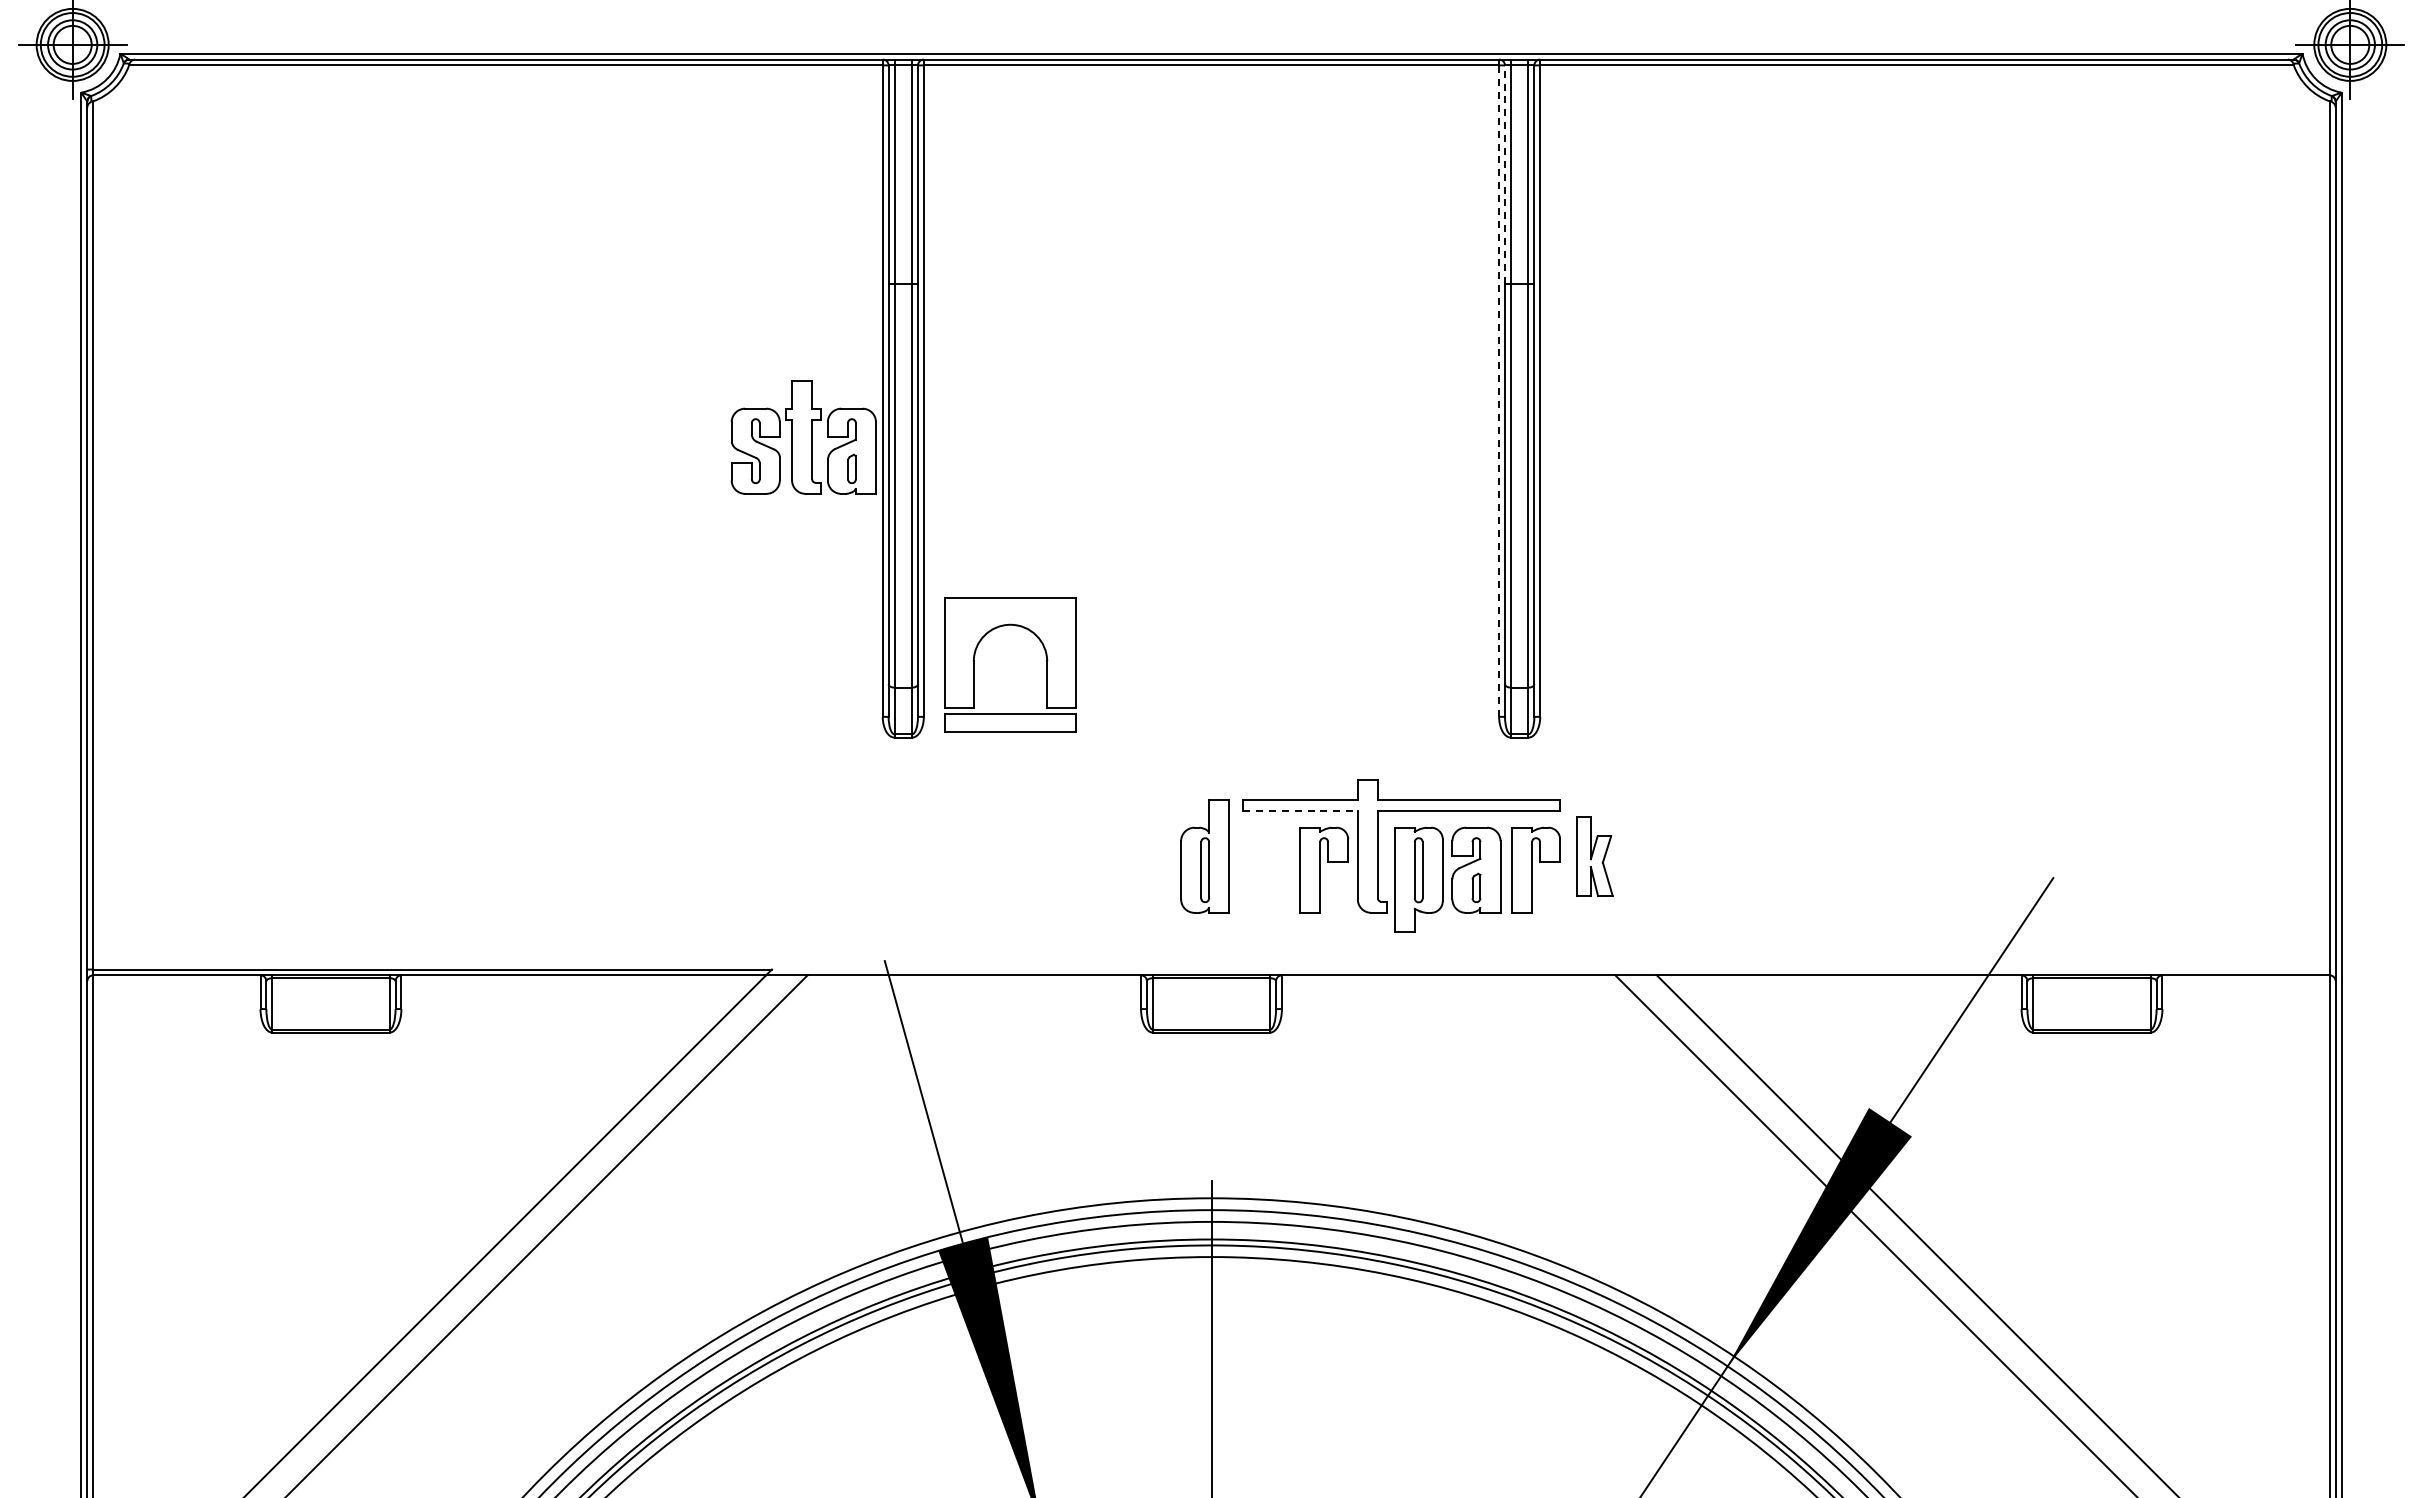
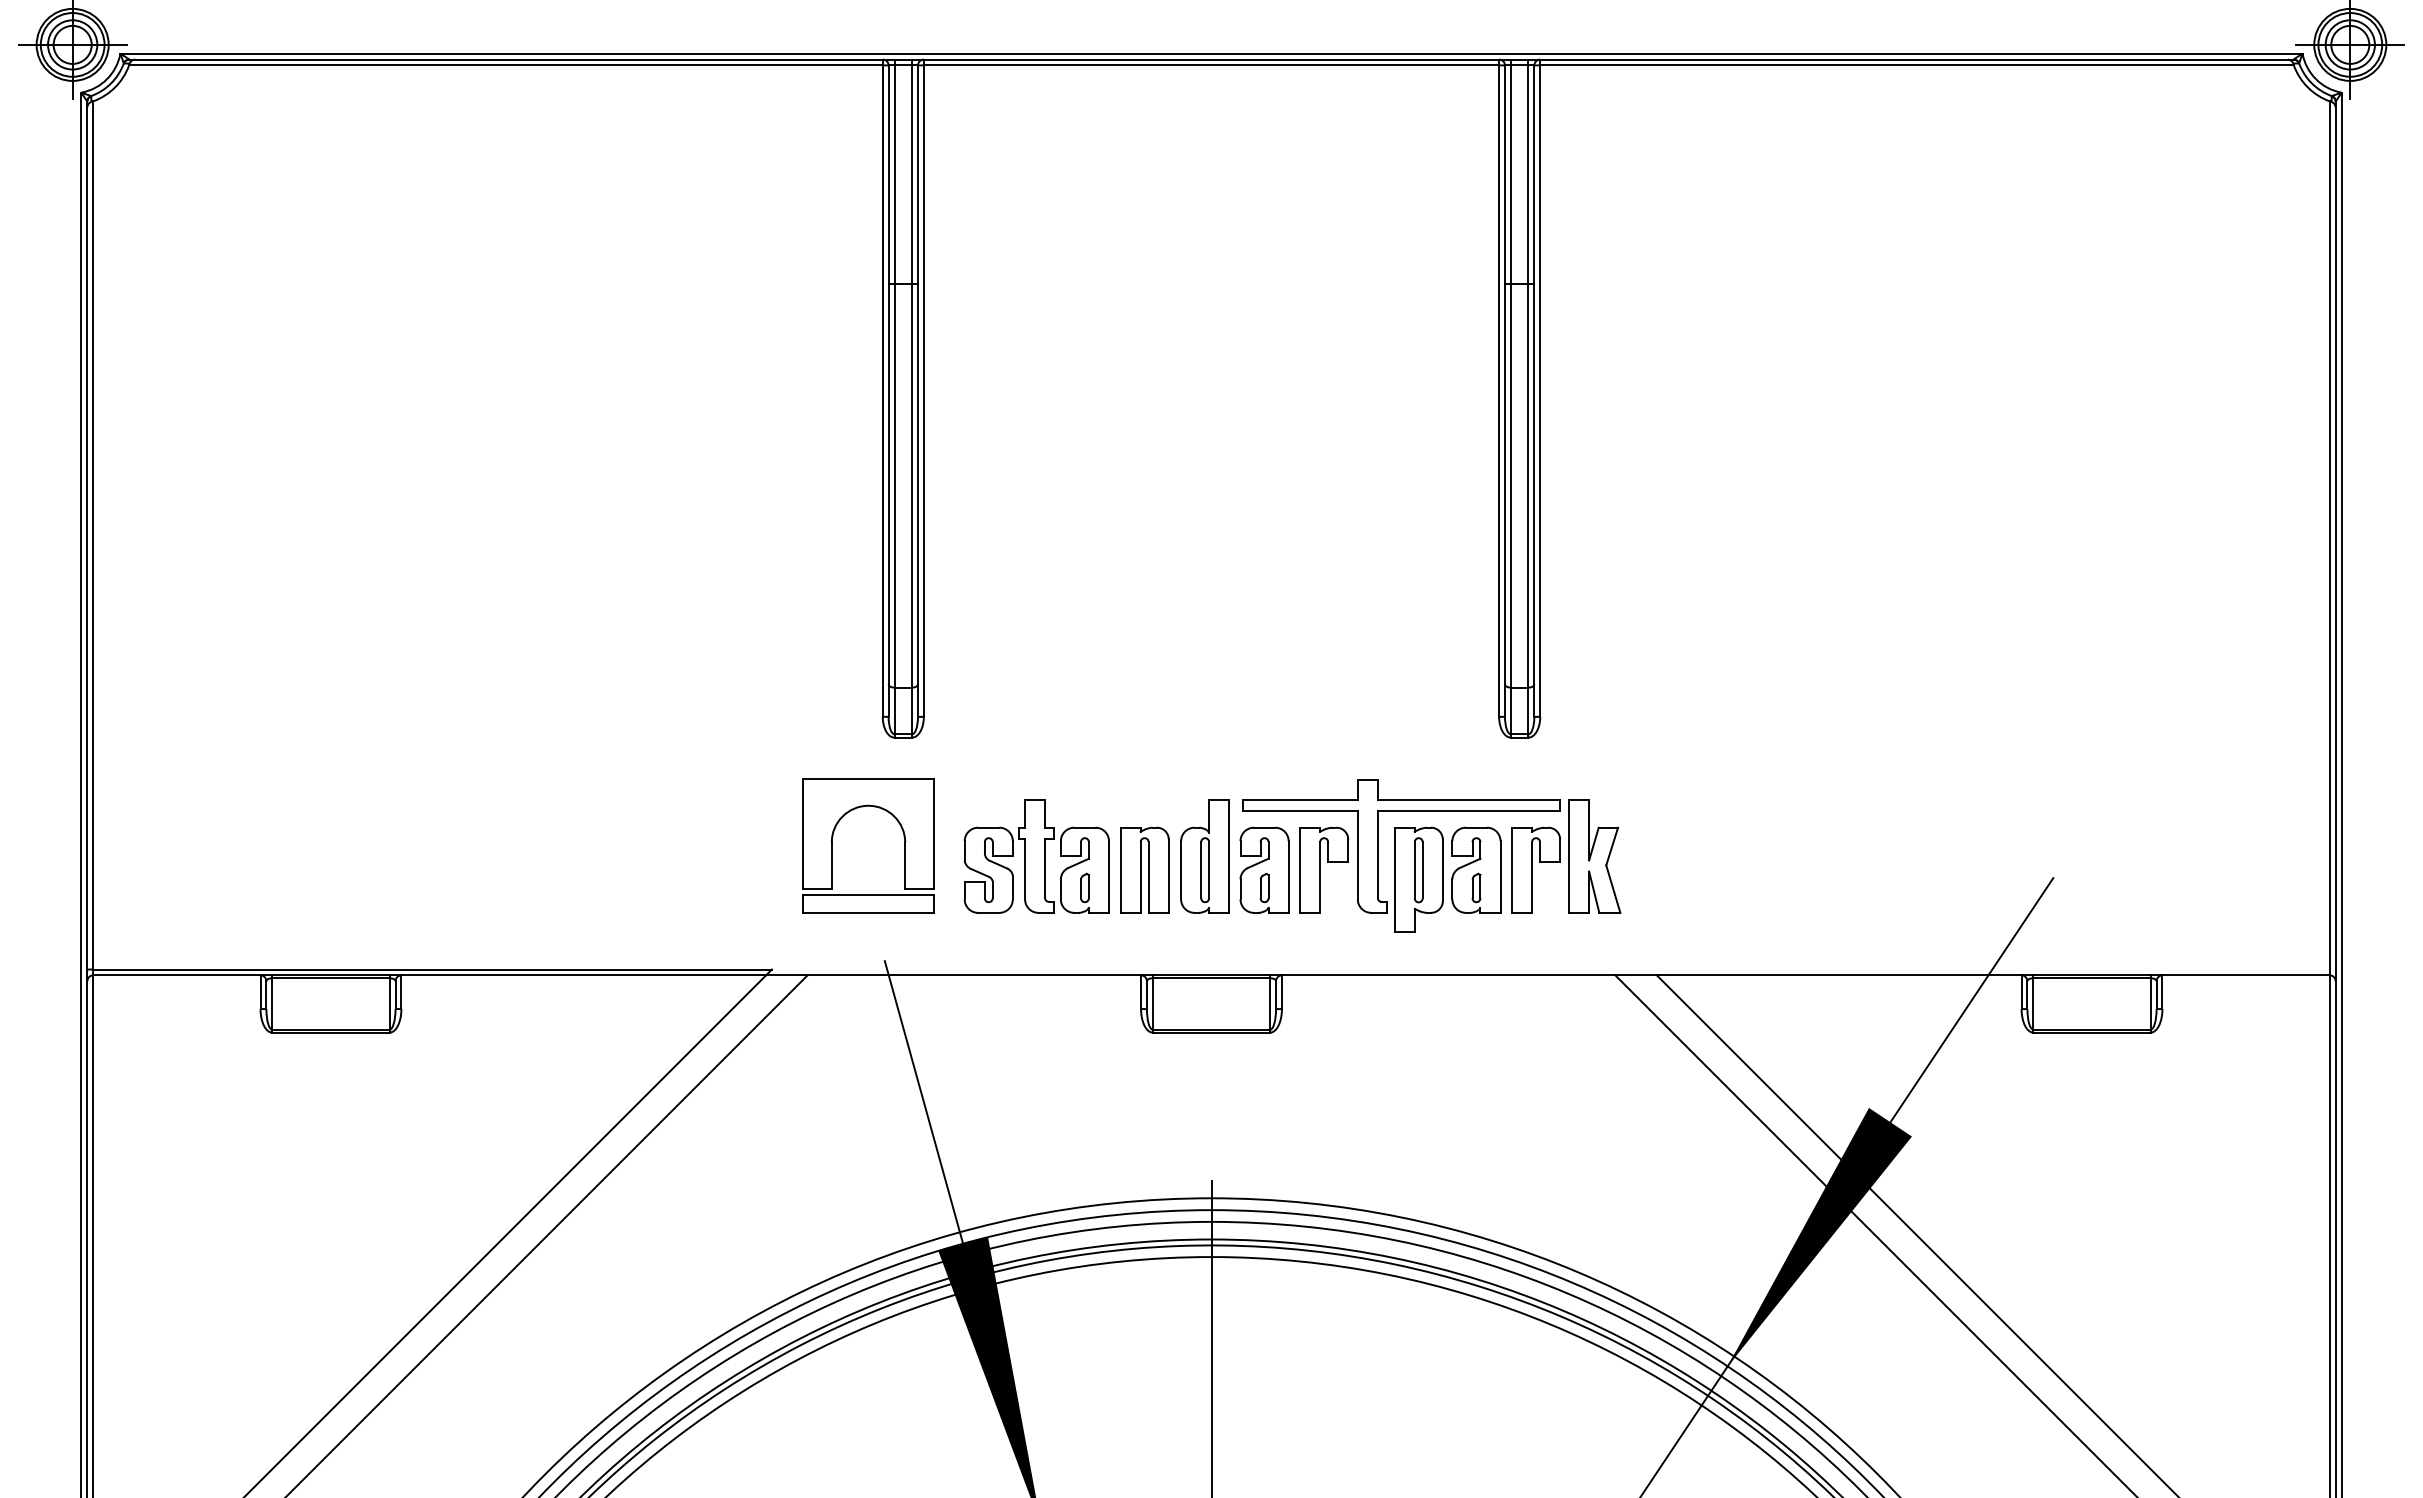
line at (1505, 174): dashed -> solid
line at (1499, 391): dashed -> solid
part at (803, 437) position: (803, 437) -> (1036, 856)
part at (974, 664) position: (974, 664) -> (832, 845)
line at (1301, 810): dashed -> solid
part at (1594, 856) size: 38x81 px -> 54x115 px
part at (1144, 869): none -> present
part at (1264, 869): none -> present
